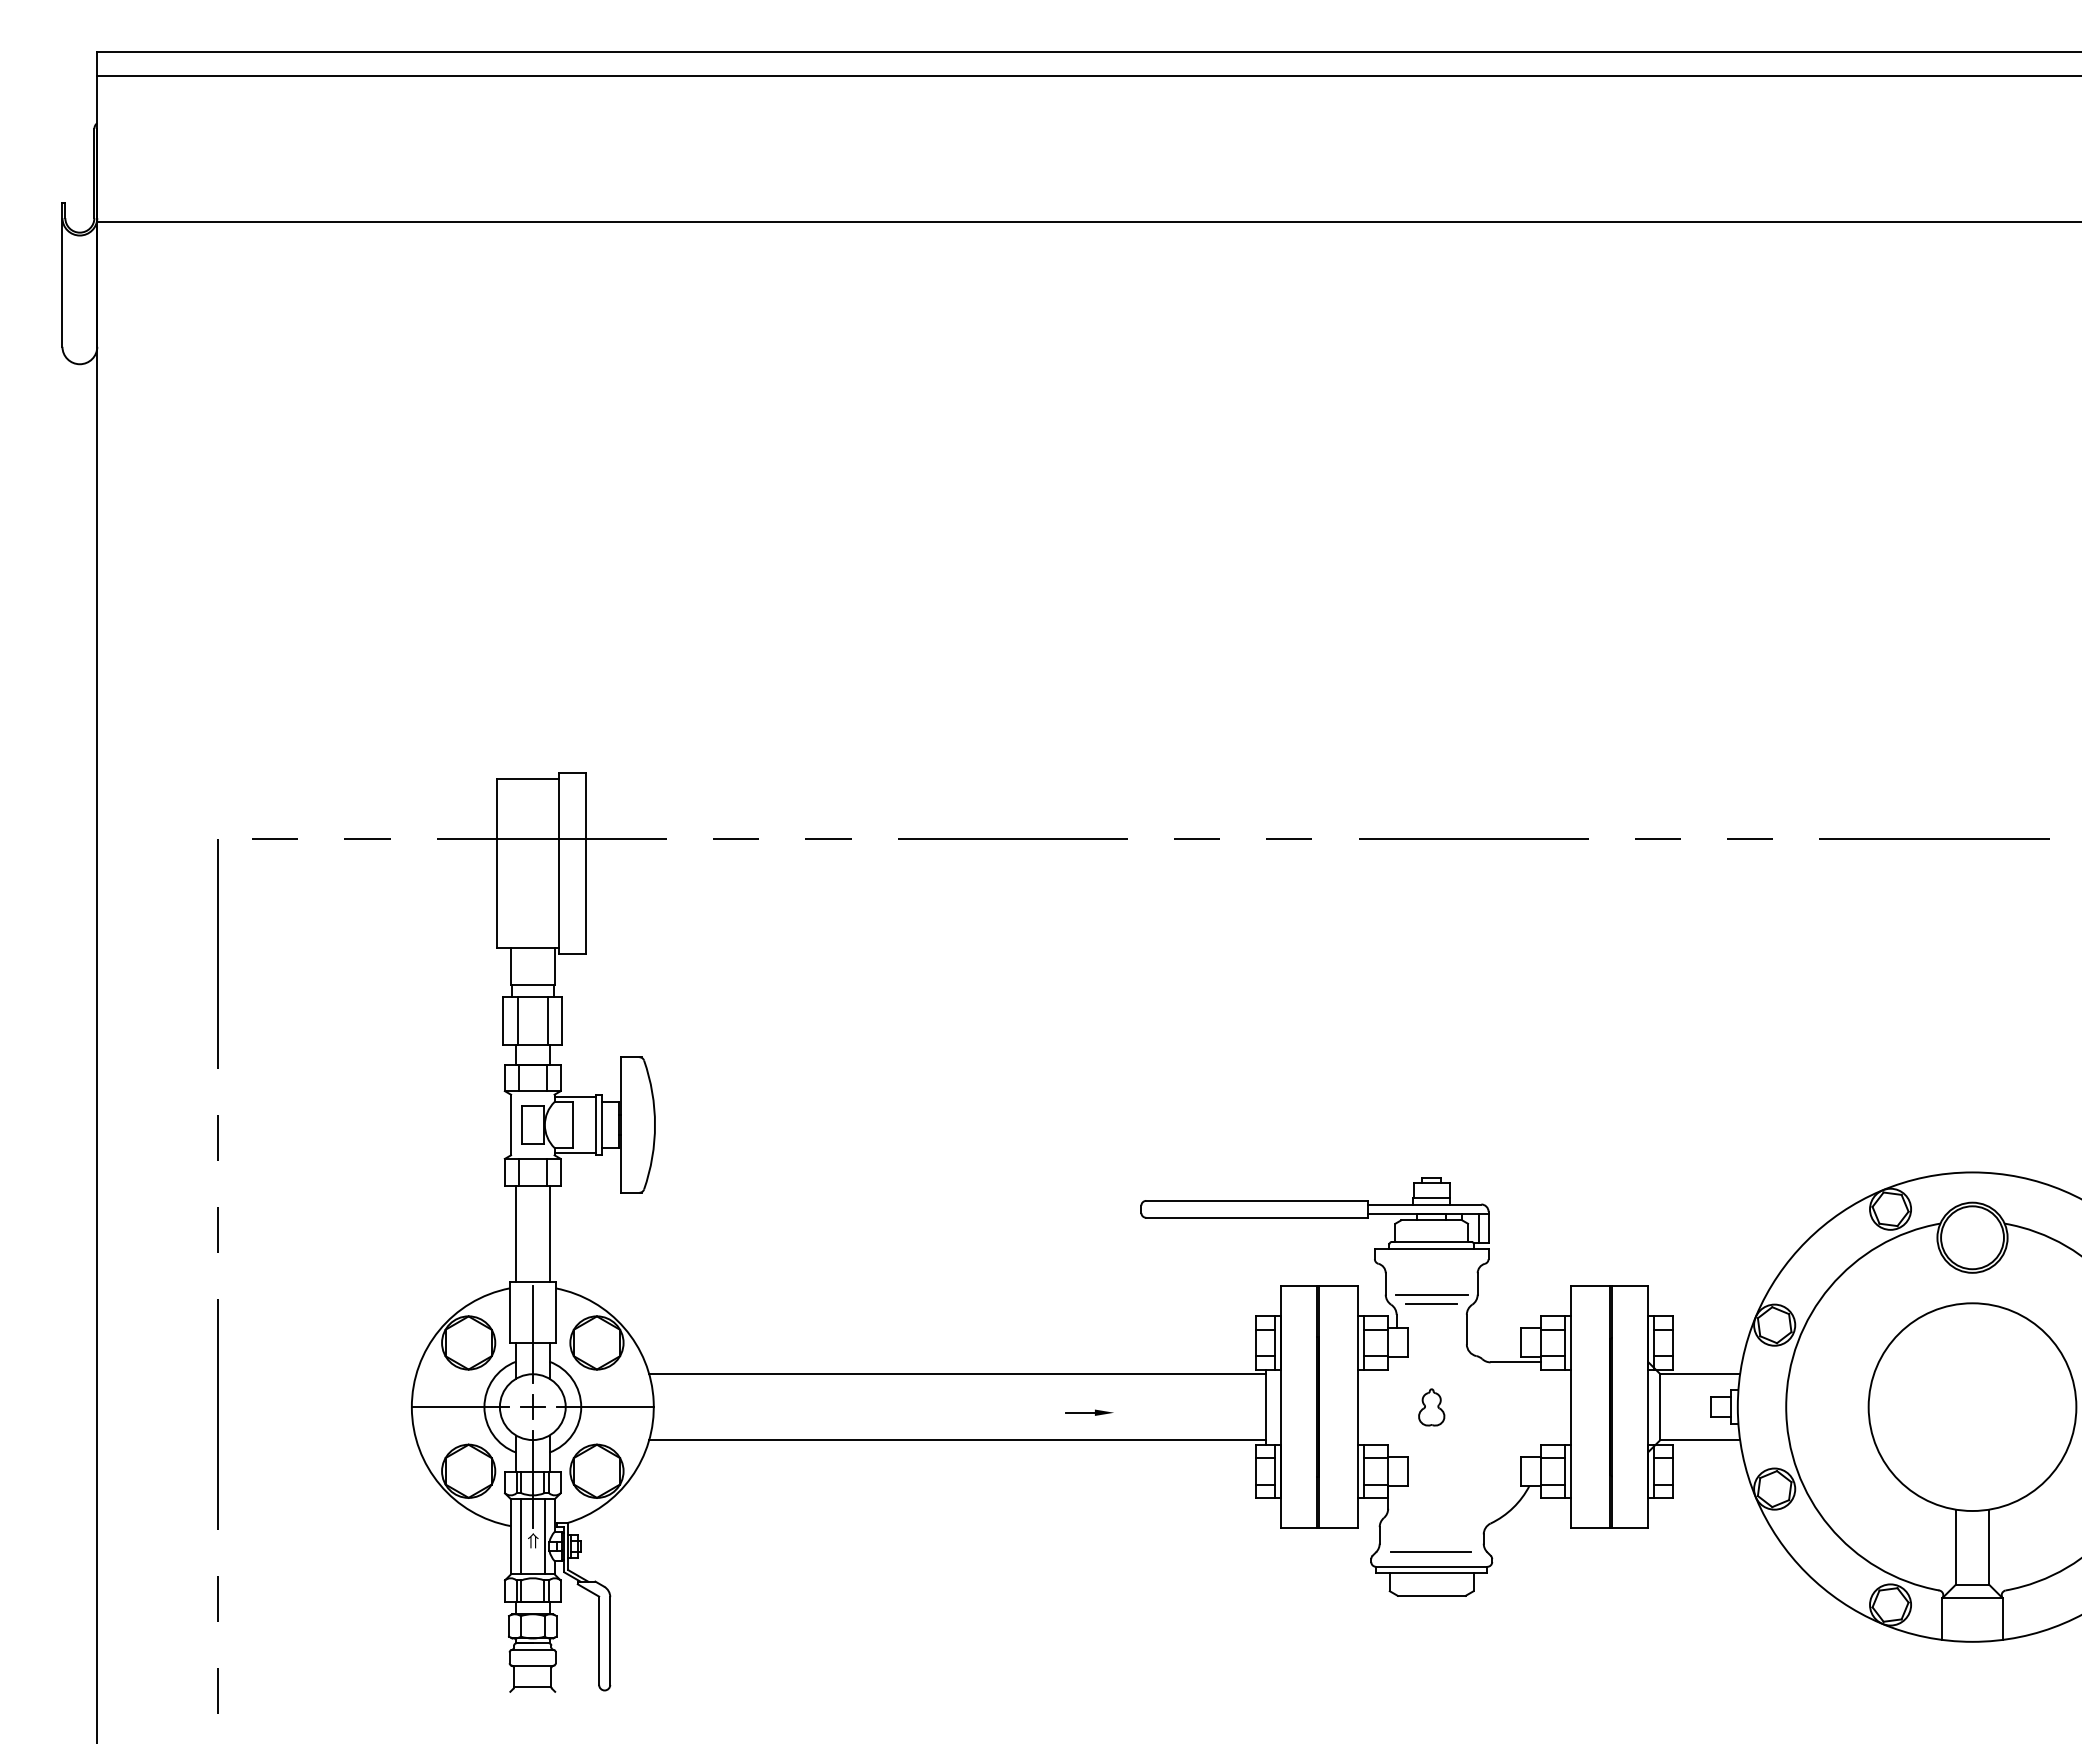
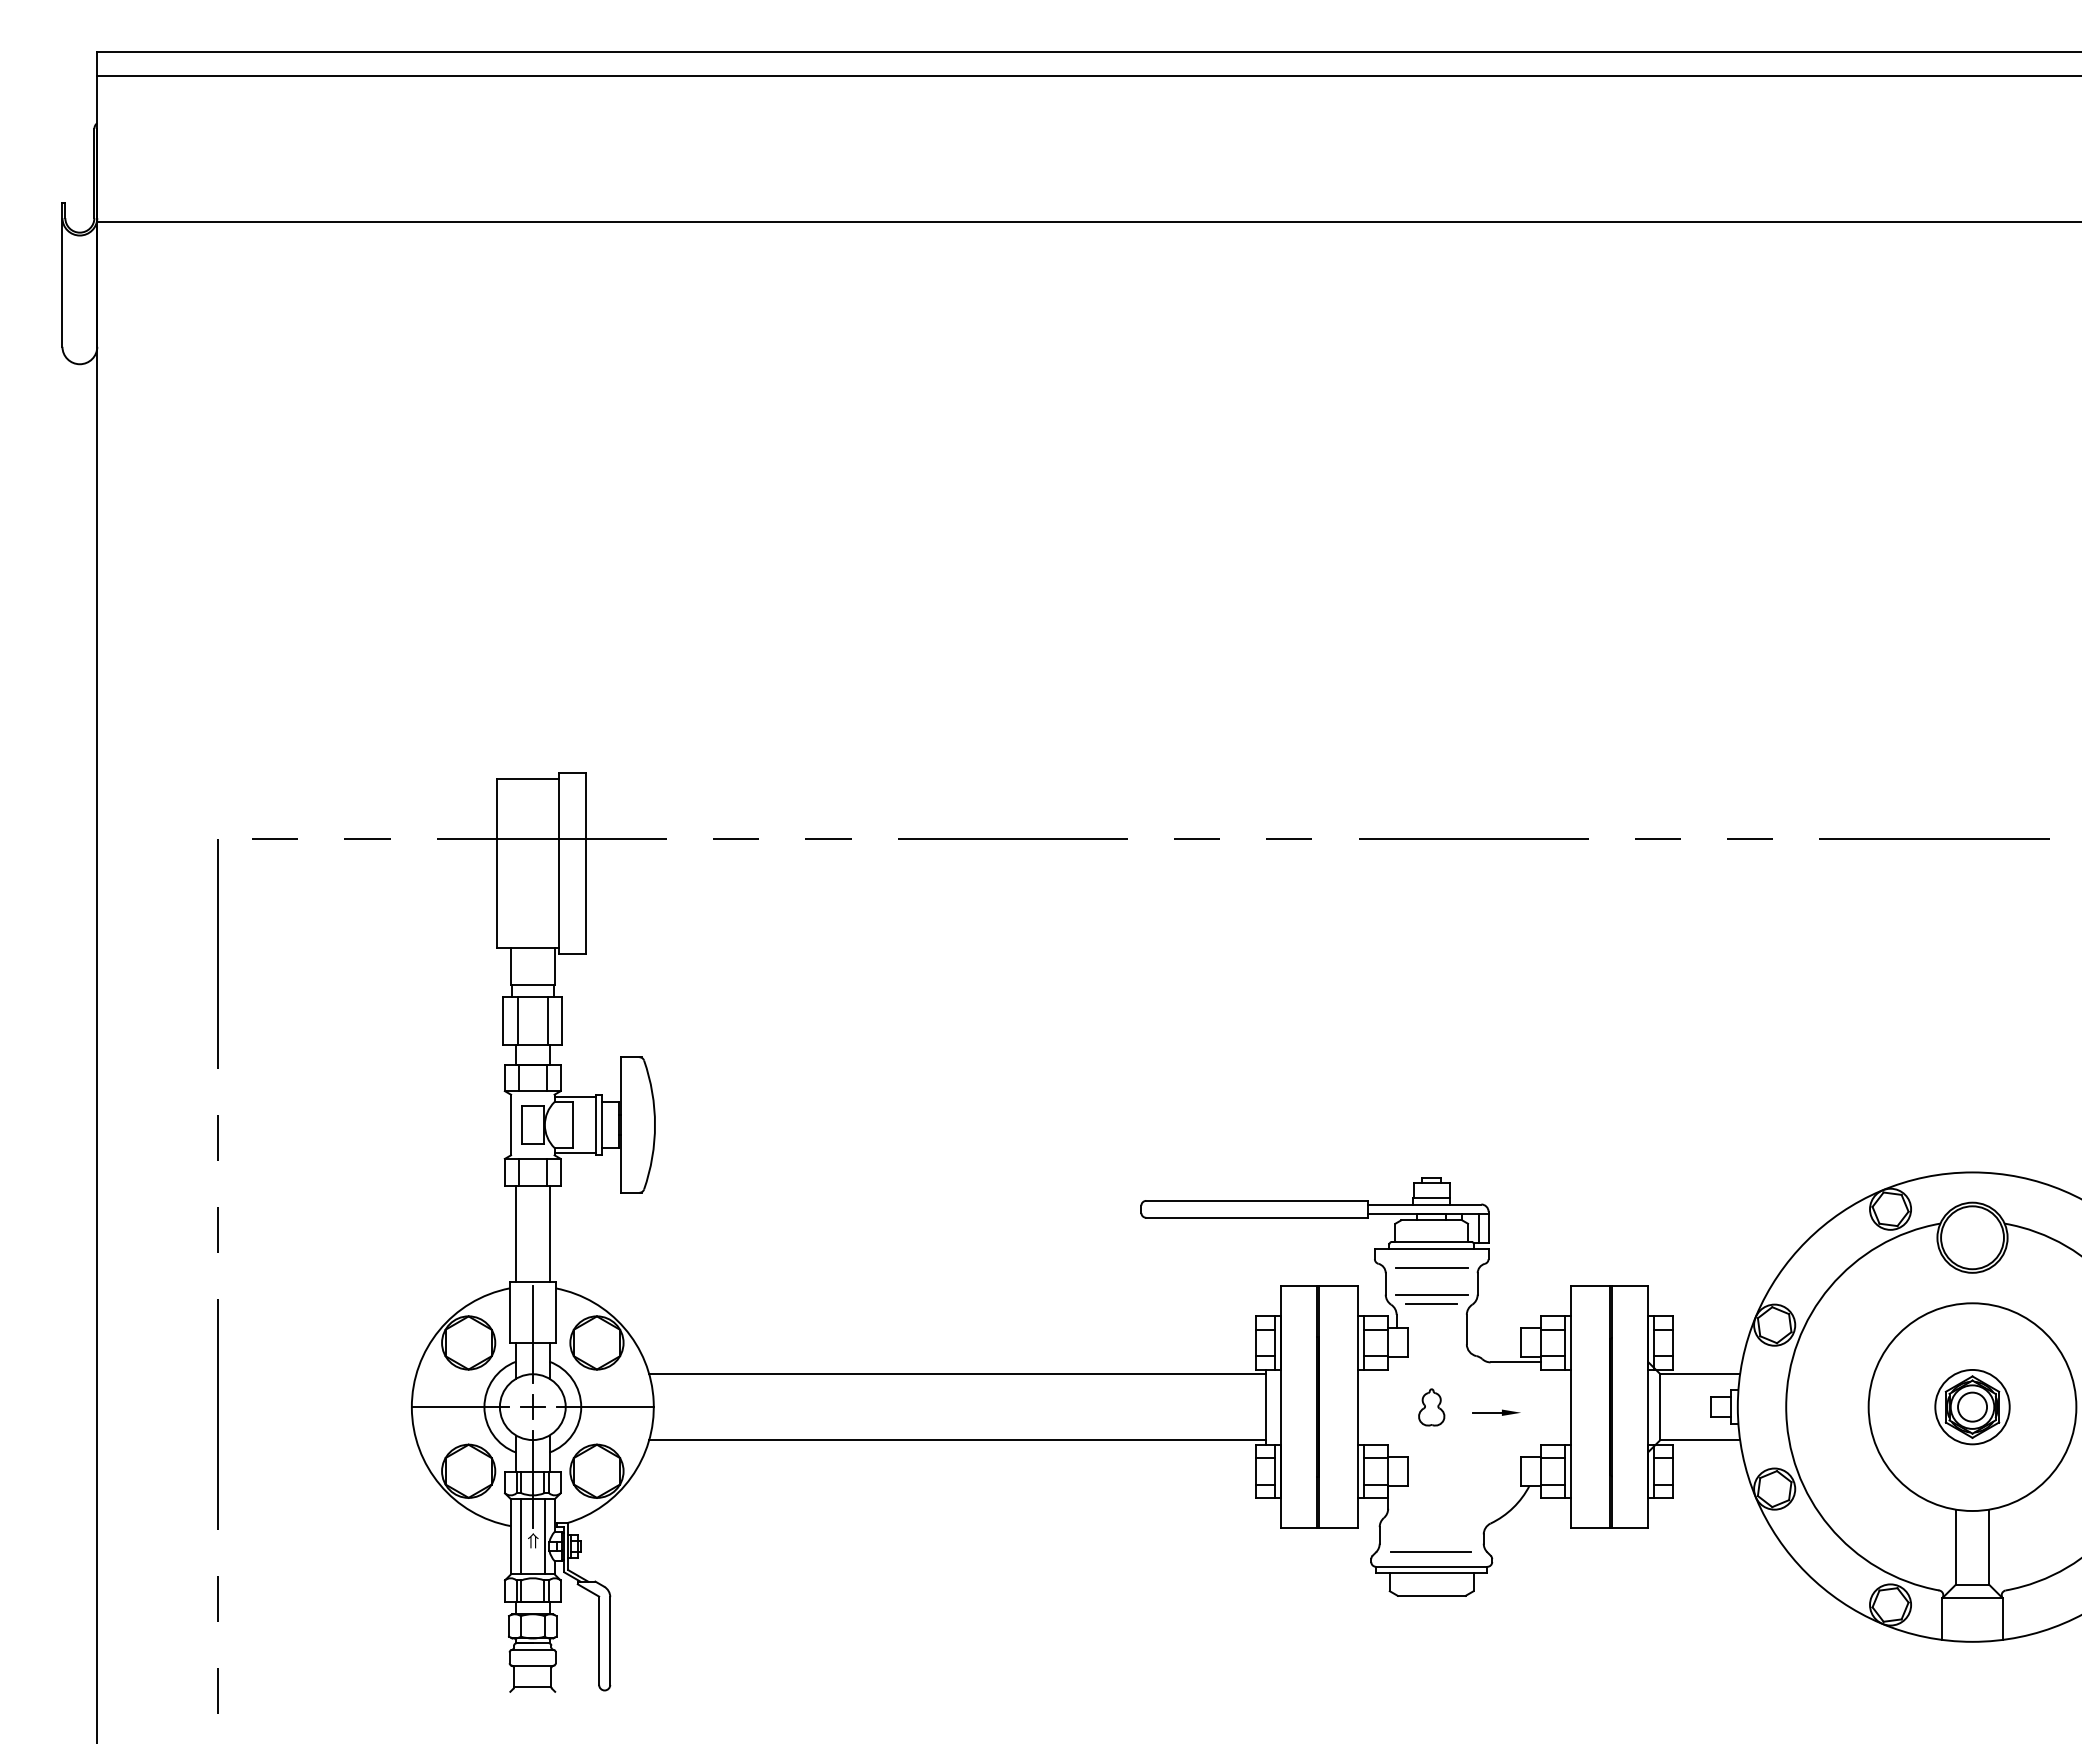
line at (1431, 1267): none -> present
part at (1972, 1407): none -> present
part at (1089, 1412) position: (1089, 1412) -> (1496, 1412)
